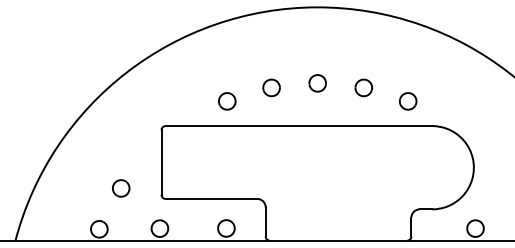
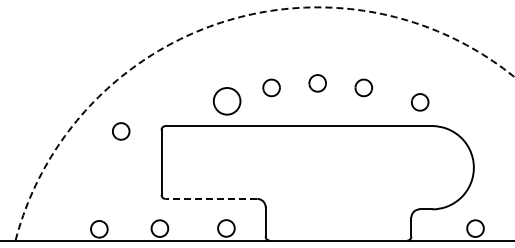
arc at (221, 22): solid -> dashed
part at (227, 101) size: 19x19 px -> 30x29 px
part at (408, 101) position: (408, 101) -> (420, 102)
part at (121, 188) position: (121, 188) -> (121, 131)
line at (211, 198): solid -> dashed
